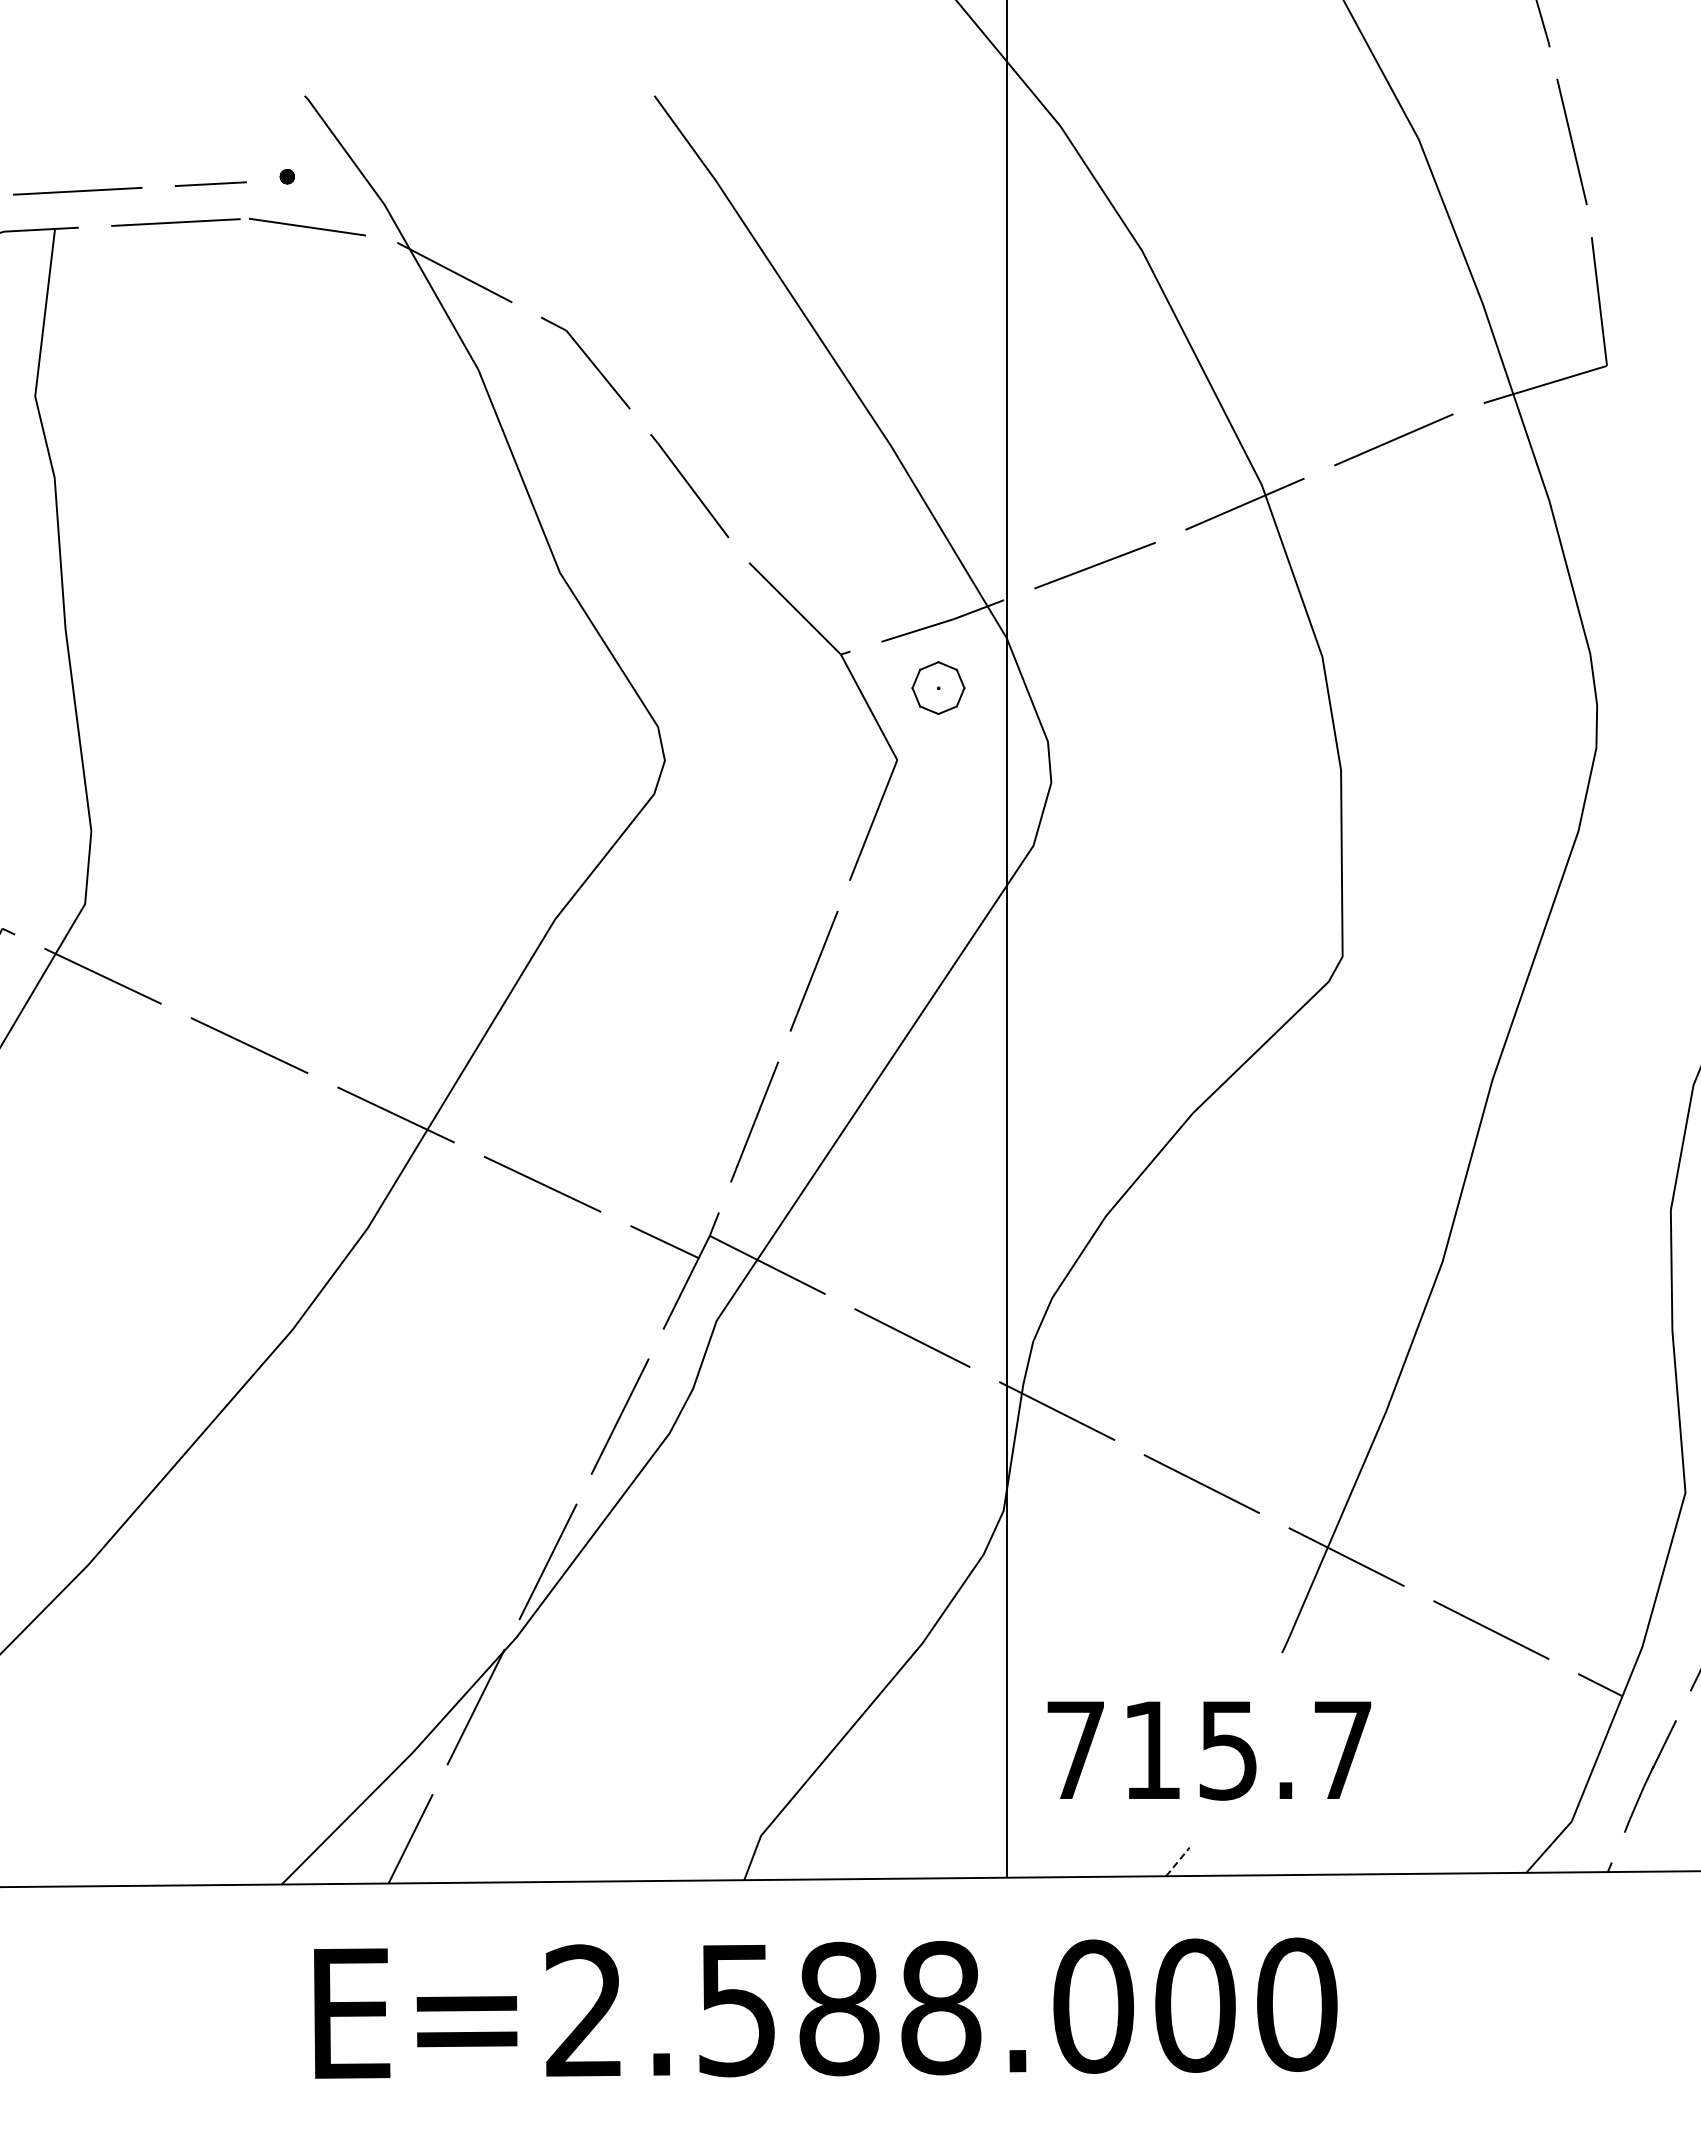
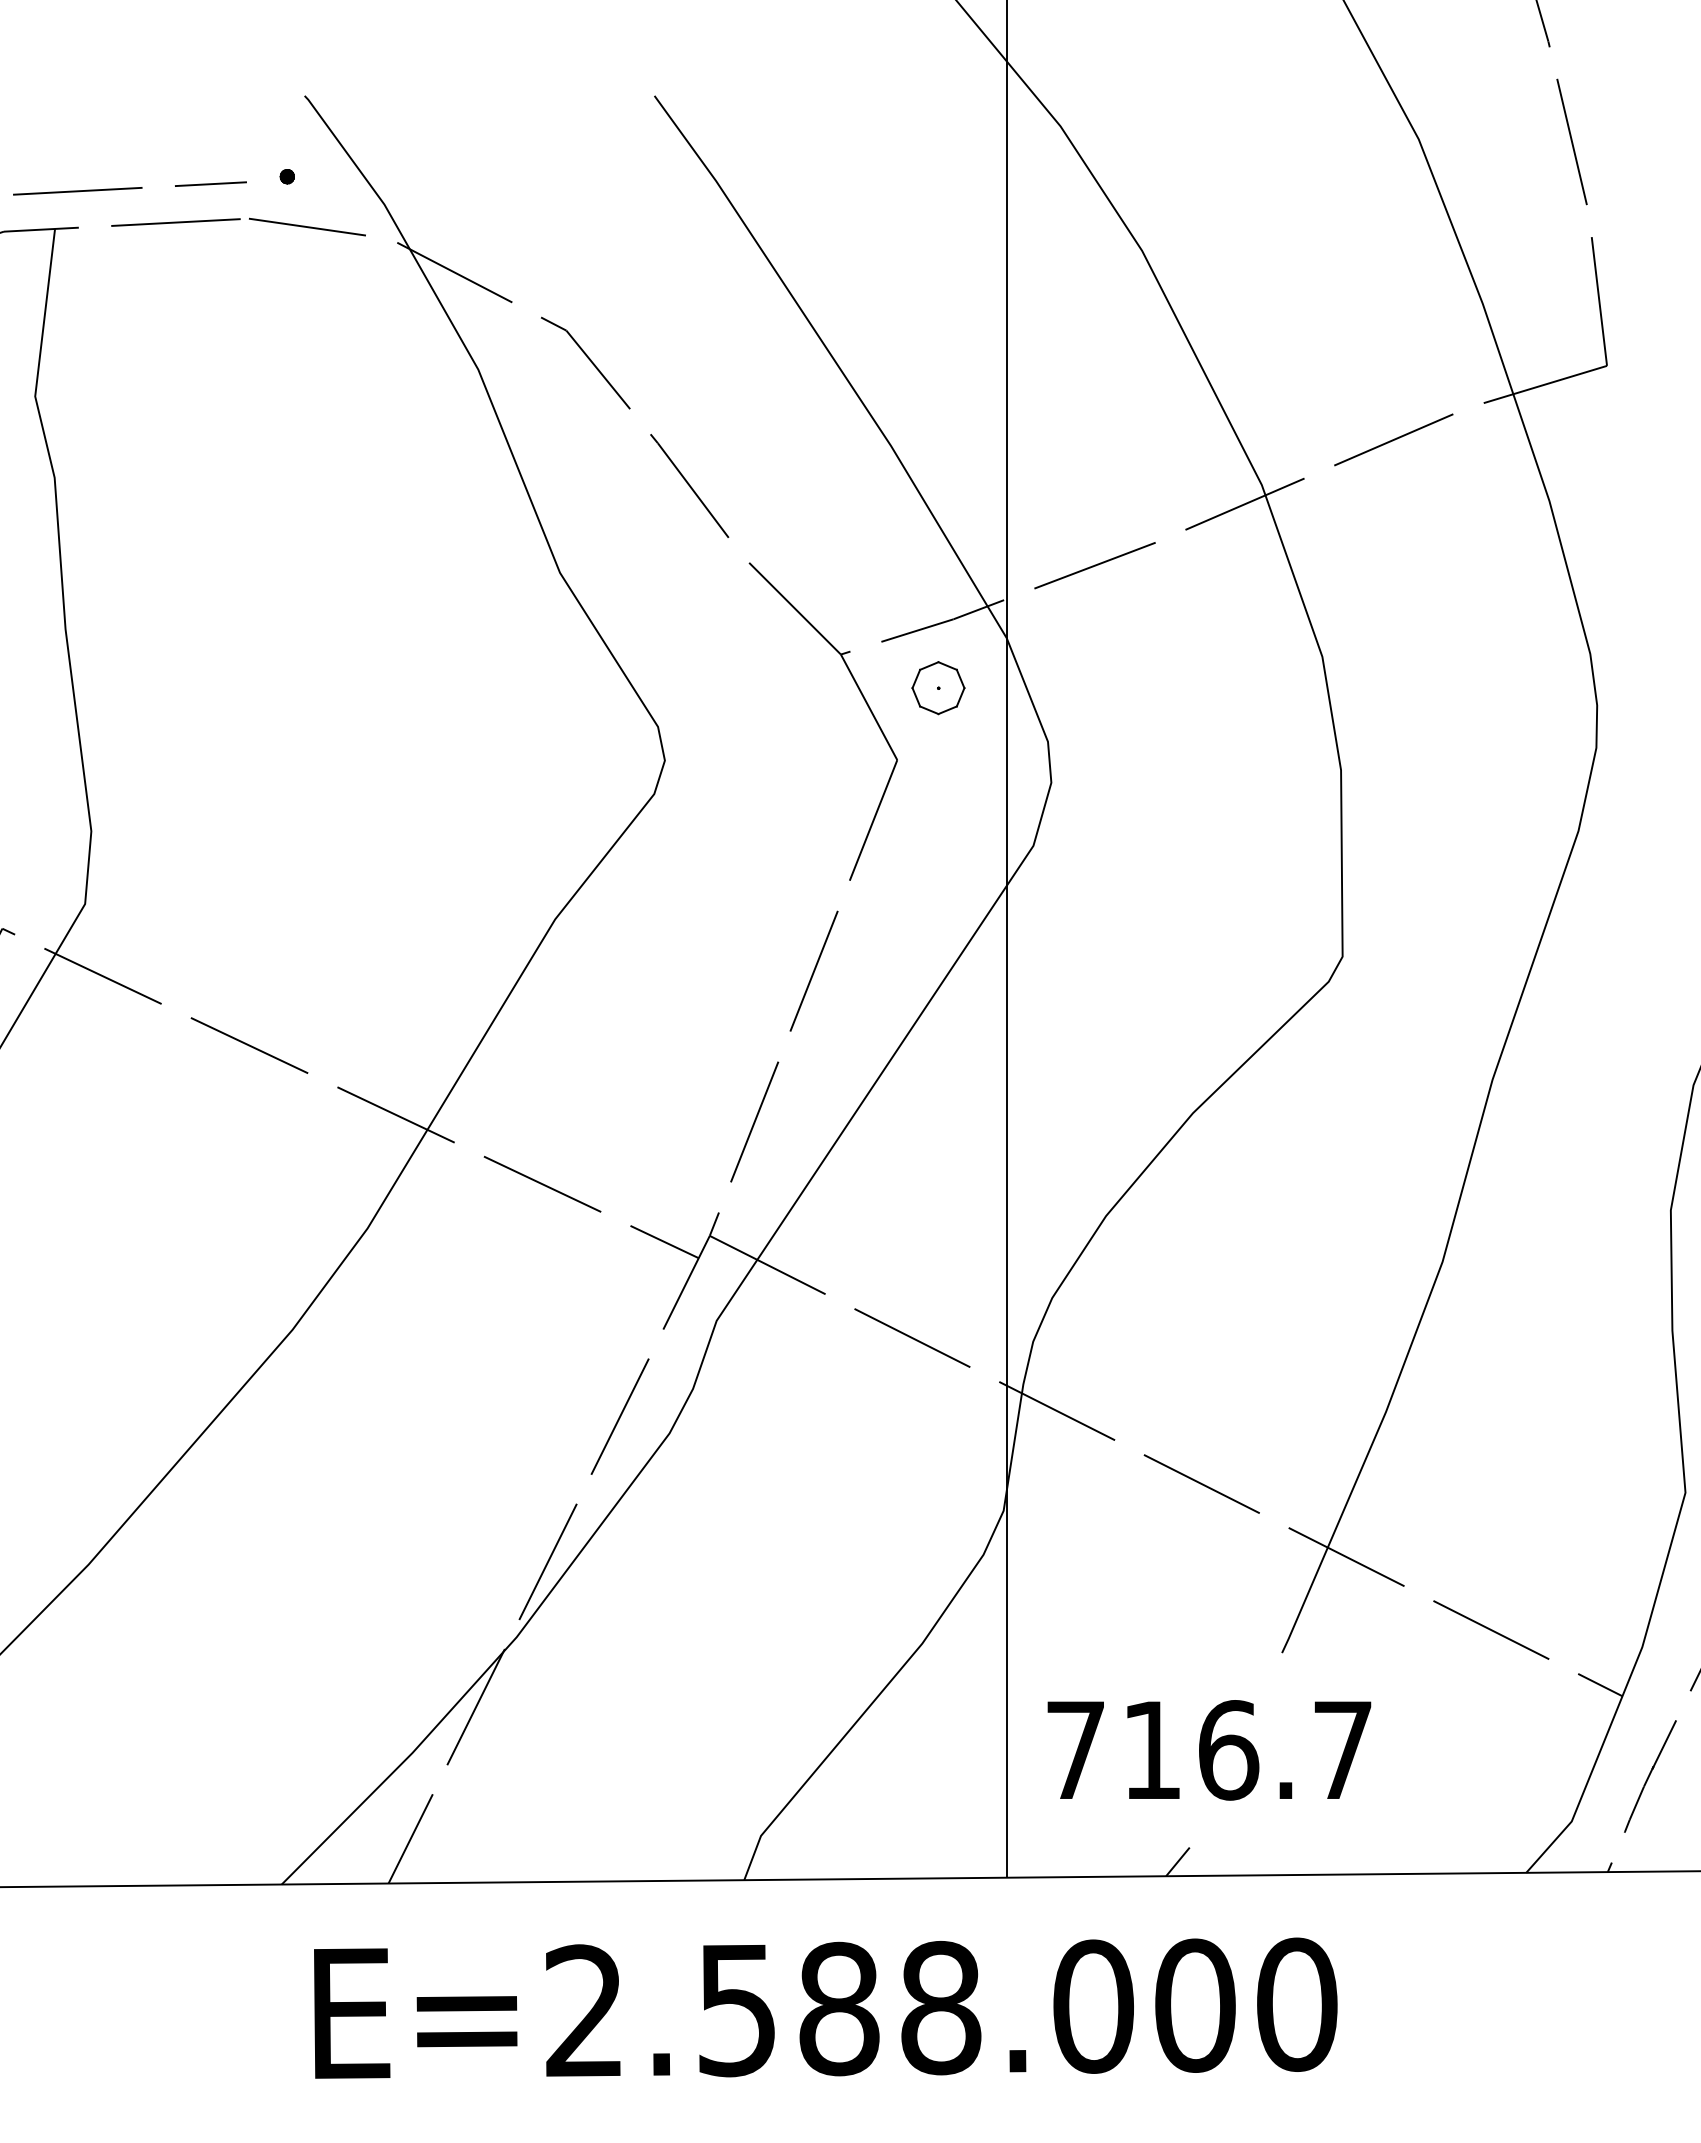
text at (1229, 1750): 715.7 -> 716.7
line at (1177, 1861): dashed -> solid
